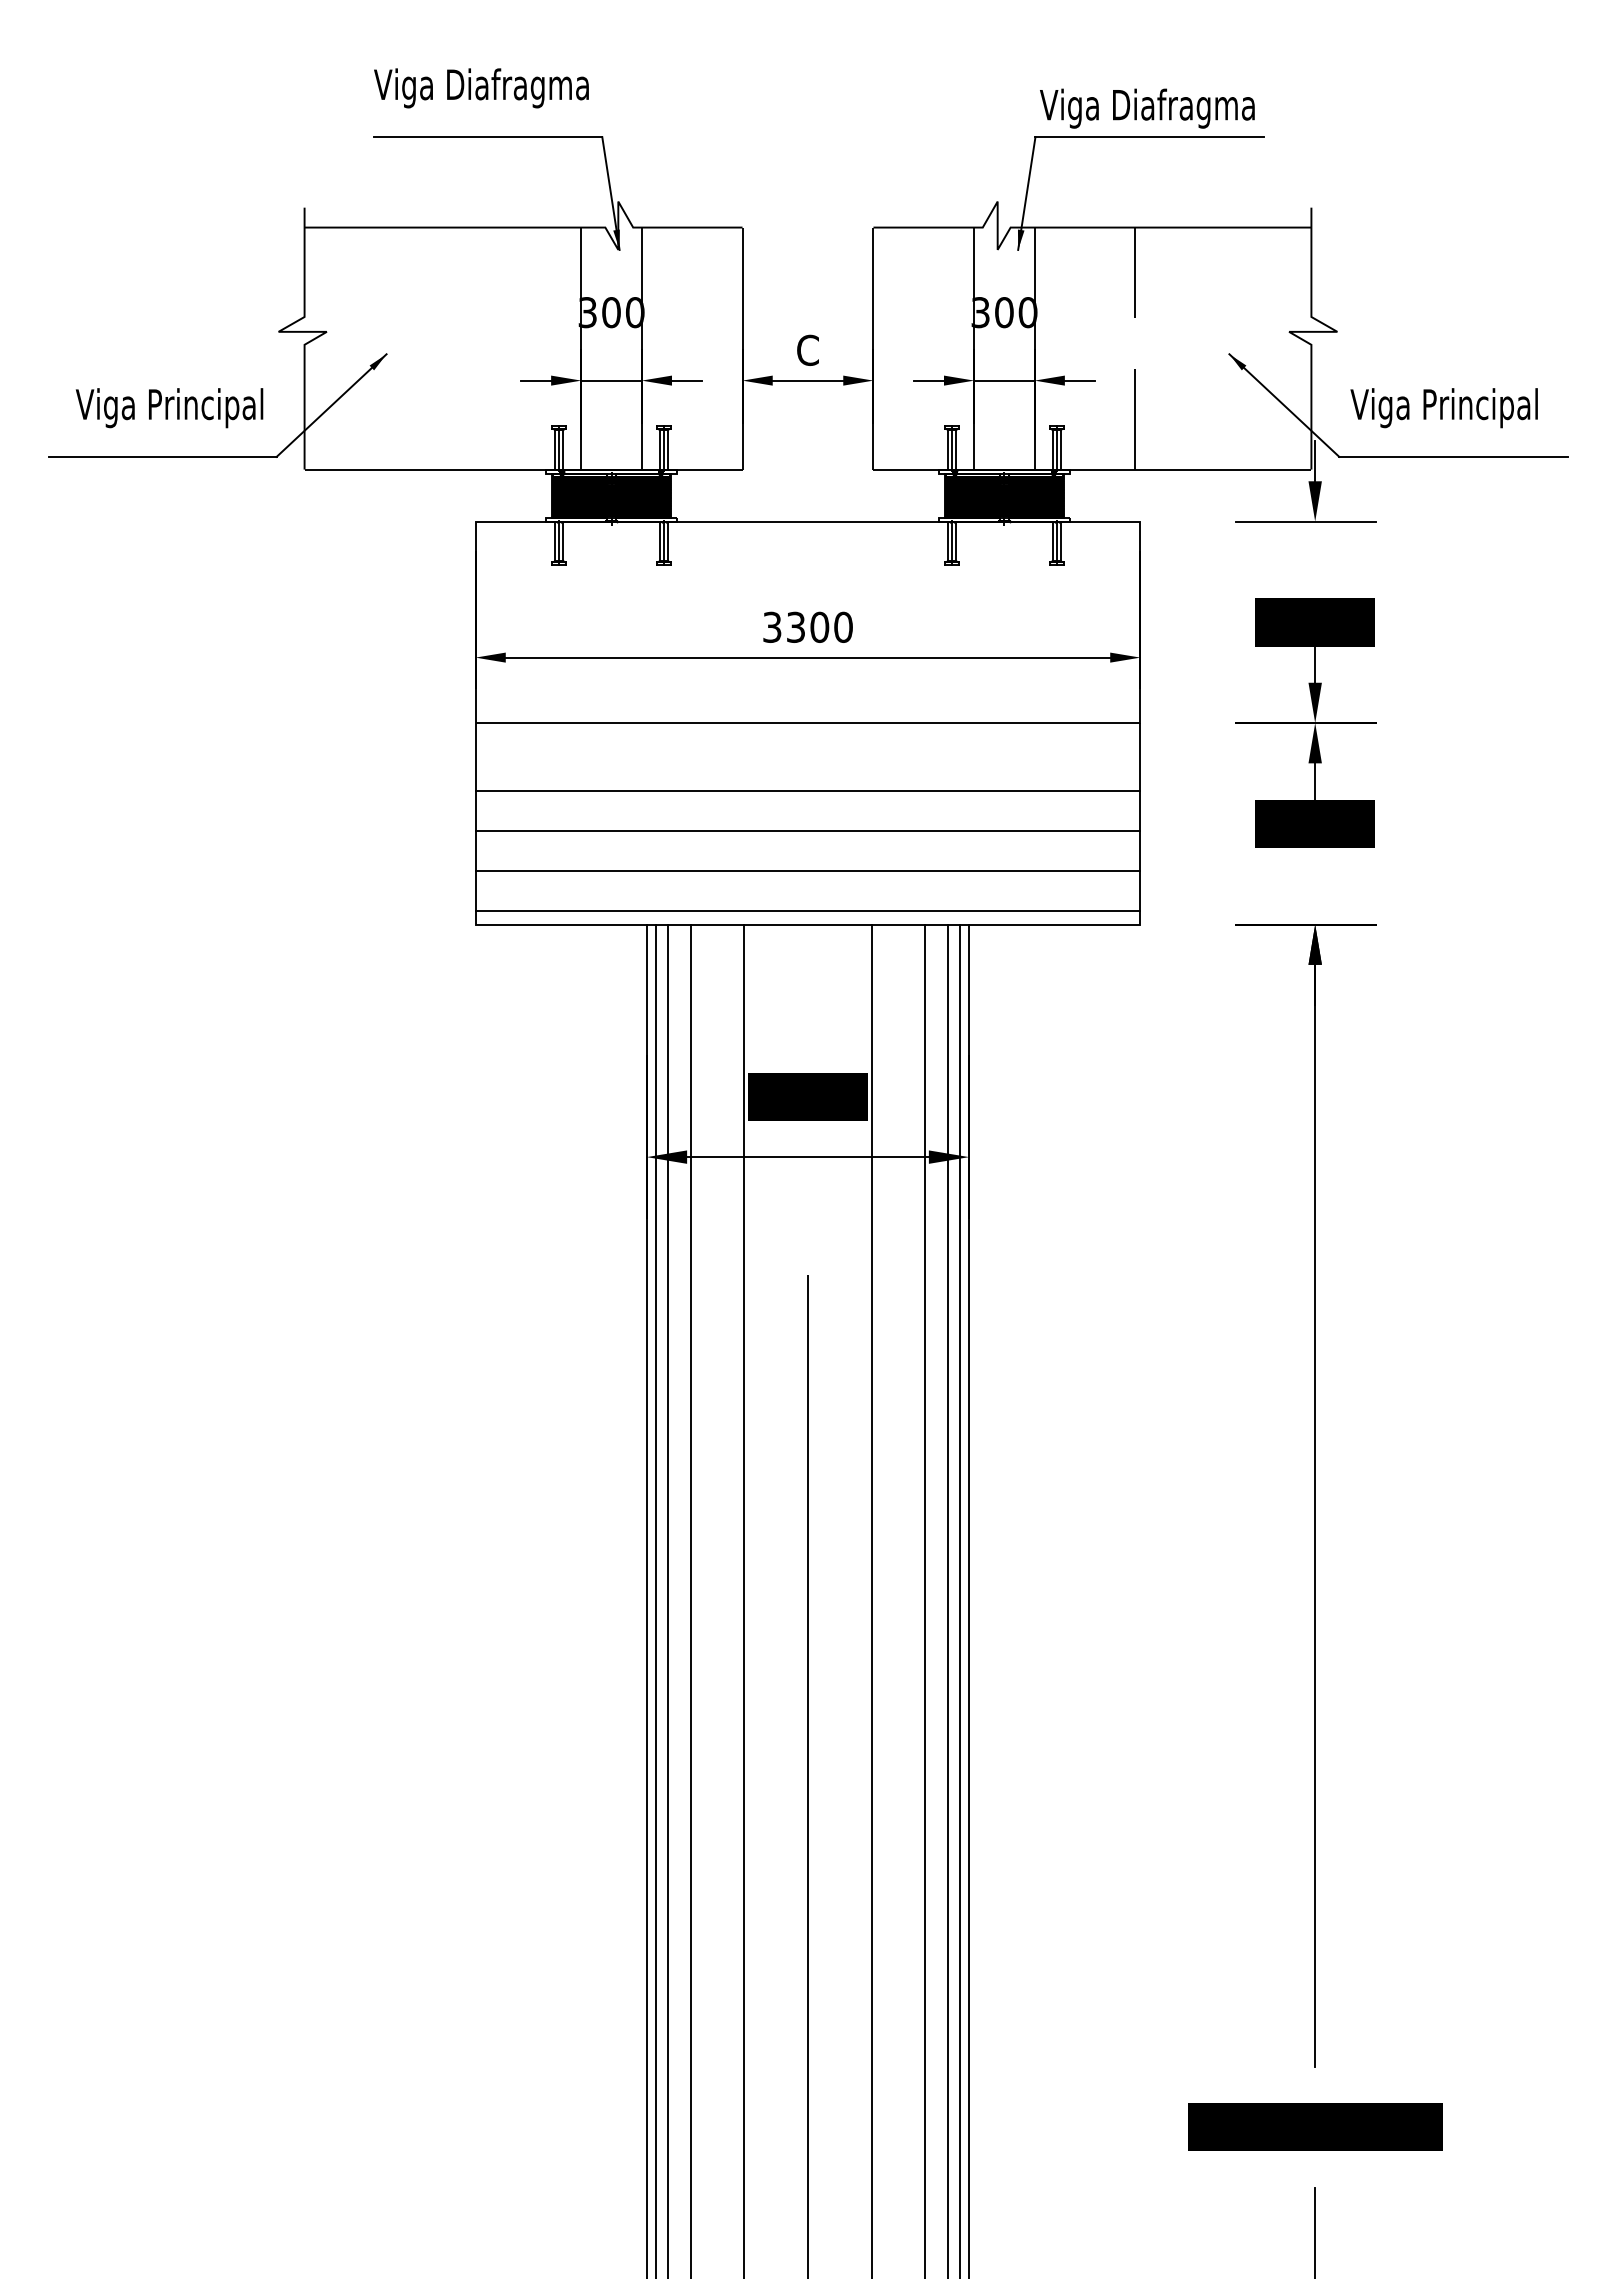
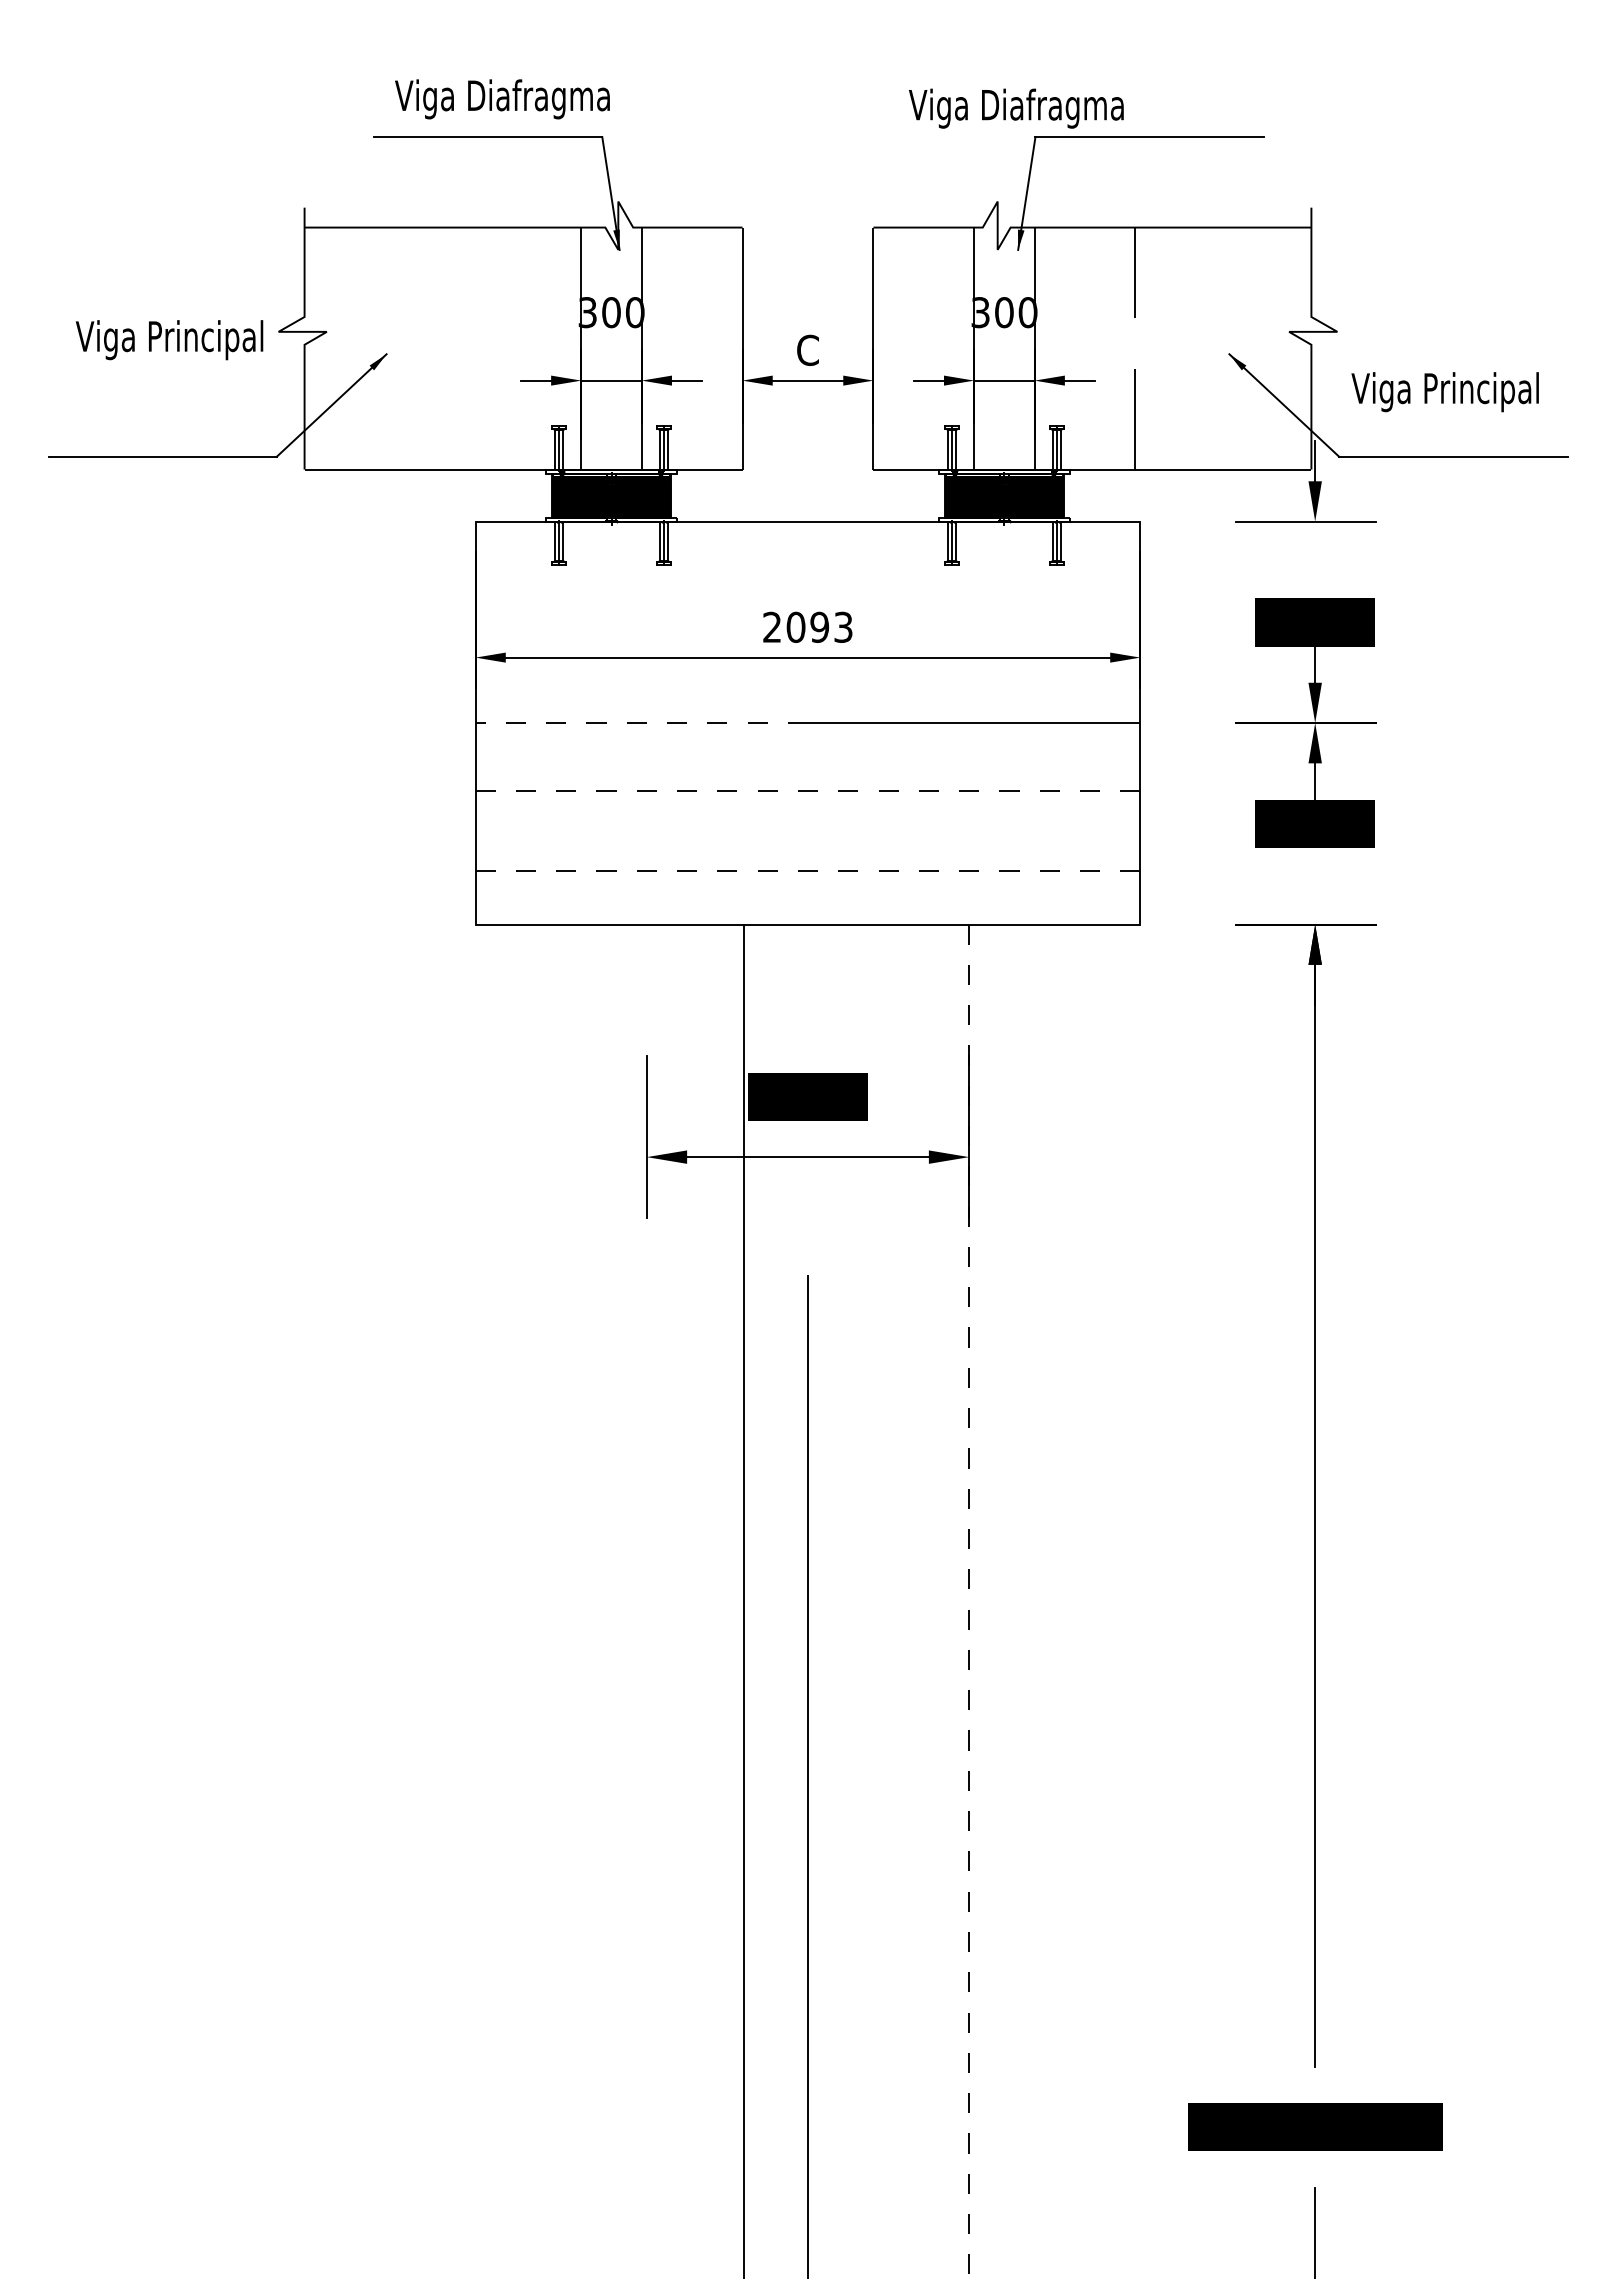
text at (481, 88) position: (481, 88) -> (502, 99)
text at (1147, 108) position: (1147, 108) -> (1016, 108)
text at (169, 408) position: (169, 408) -> (169, 340)
text at (1443, 408) position: (1443, 408) -> (1444, 392)
text at (807, 626): 3300 -> 2093
line at (641, 723): solid -> dashed
line at (808, 790): solid -> dashed
line at (807, 830): present -> none
line at (808, 871): solid -> dashed
line at (807, 911): present -> none
line at (646, 1599): present -> none
line at (656, 1599): present -> none
line at (668, 1599): present -> none
line at (691, 1599): present -> none
line at (872, 1599): present -> none
line at (924, 1599): present -> none
line at (947, 1599): present -> none
line at (959, 1599): present -> none
line at (969, 1601): solid -> dashed
